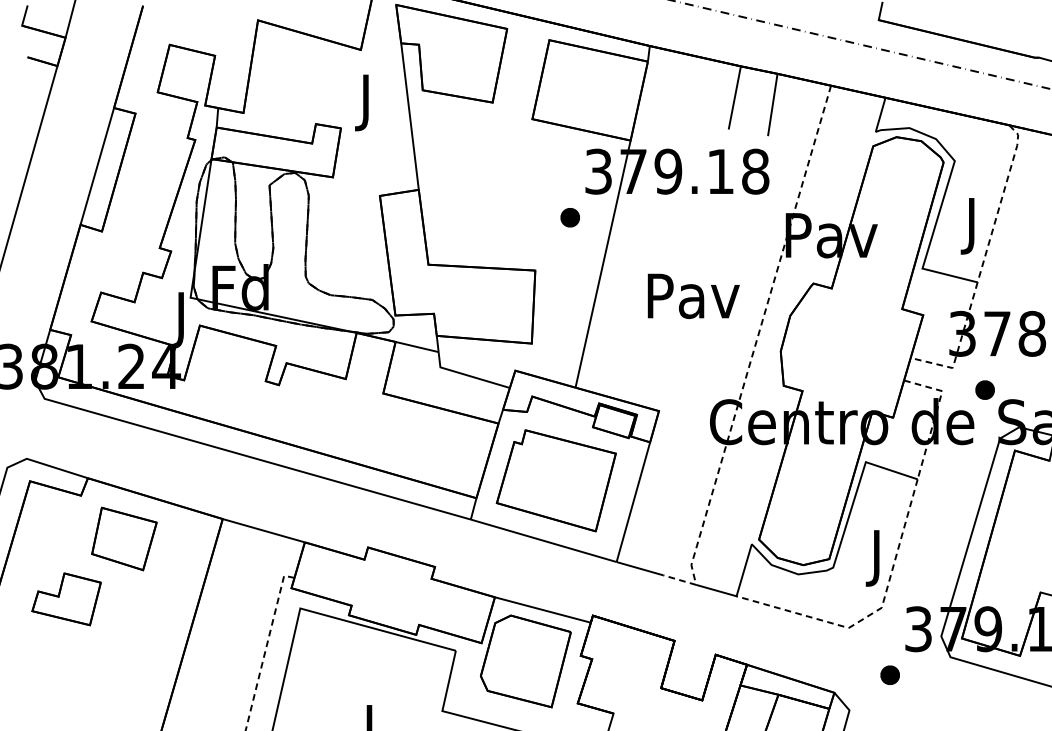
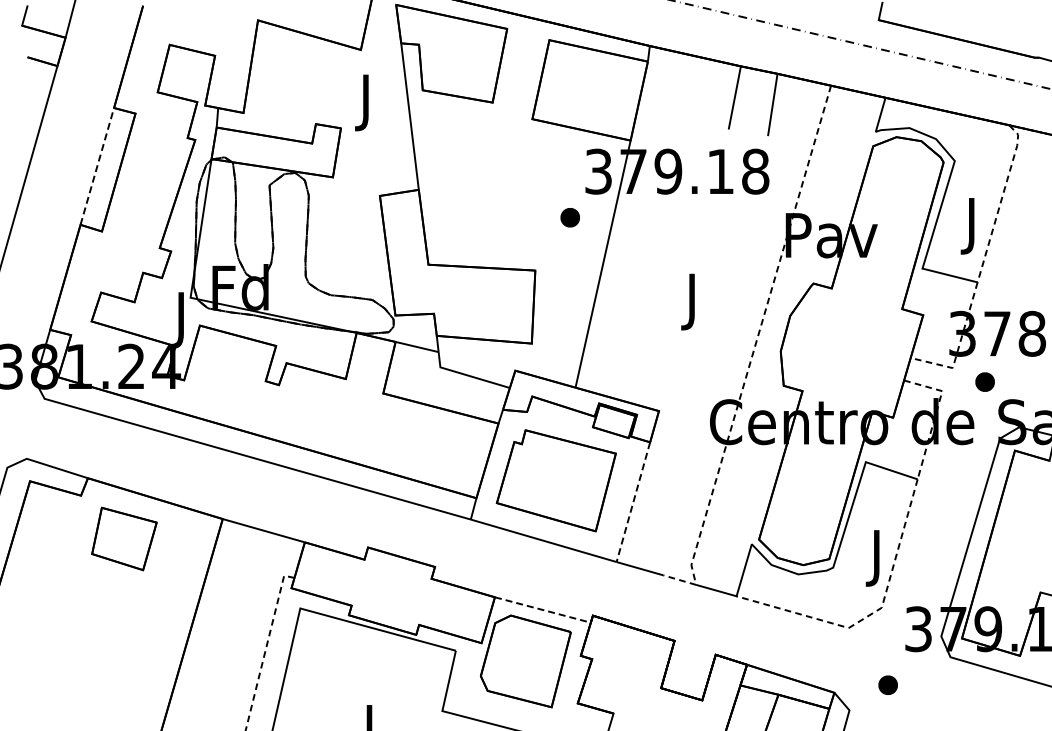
line at (97, 166): solid -> dashed
text at (693, 301): Pav -> J
part at (984, 389) position: (984, 389) -> (984, 381)
line at (633, 502): solid -> dashed
part at (66, 599): present -> none
line at (542, 609): solid -> dashed
part at (889, 674) position: (889, 674) -> (887, 684)
